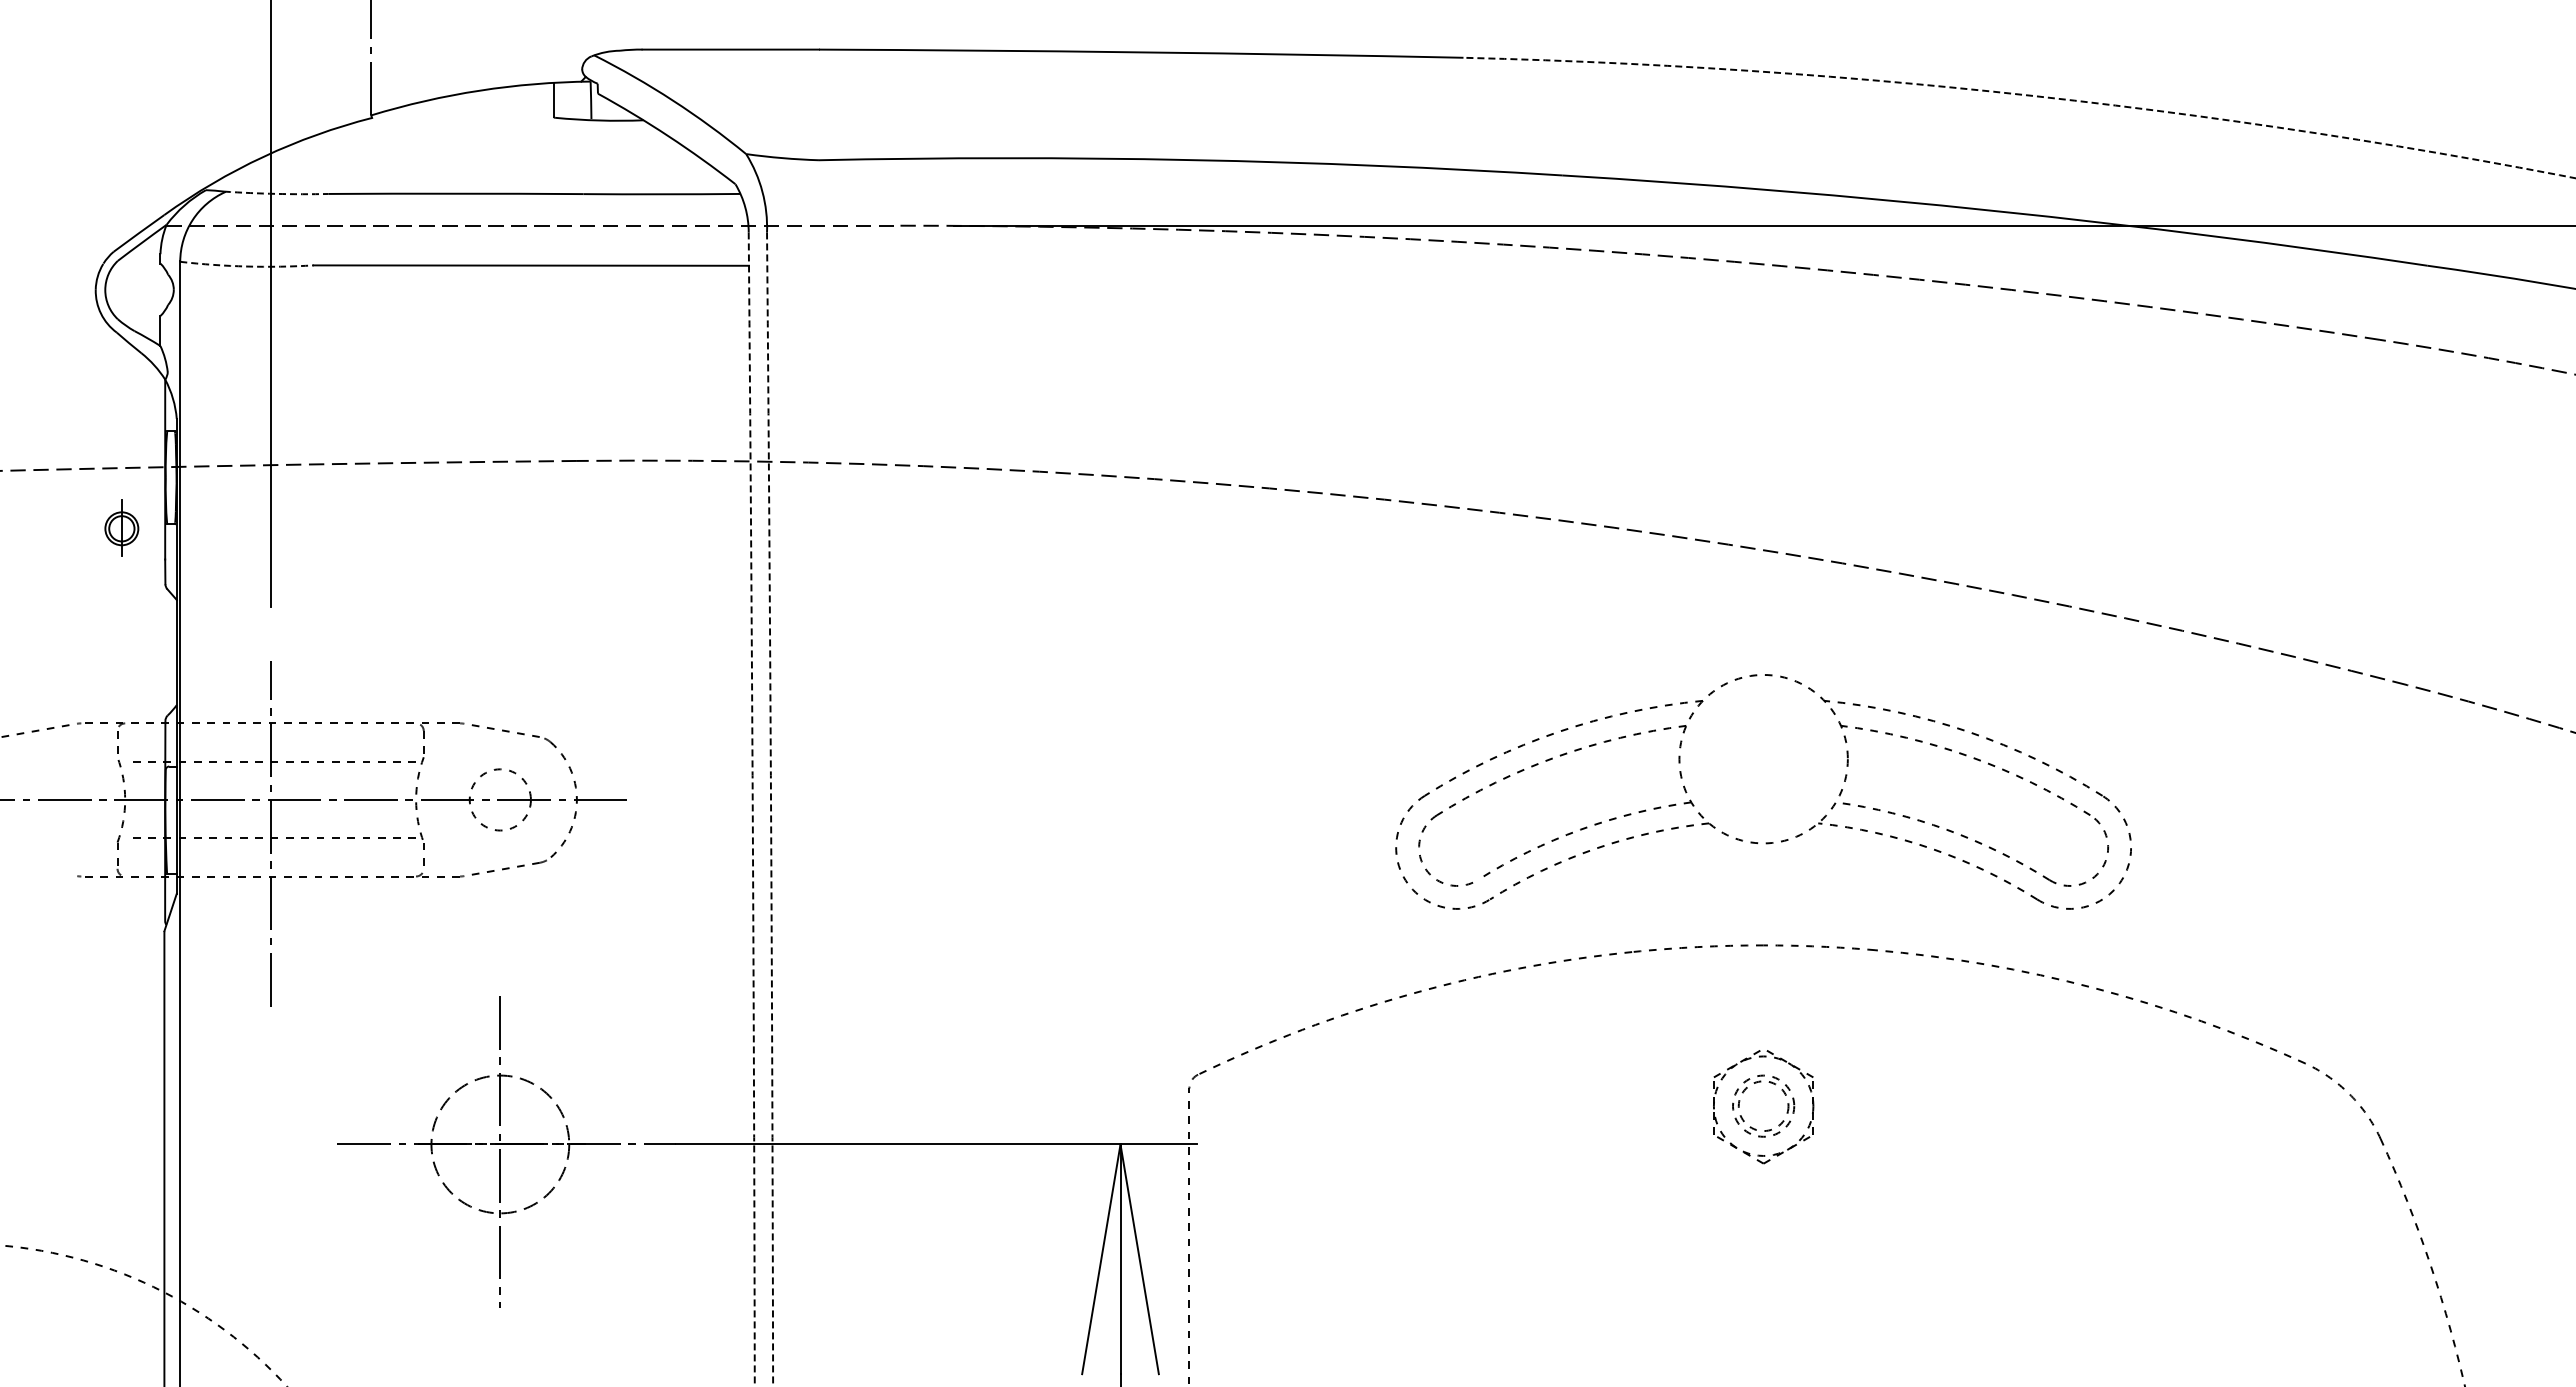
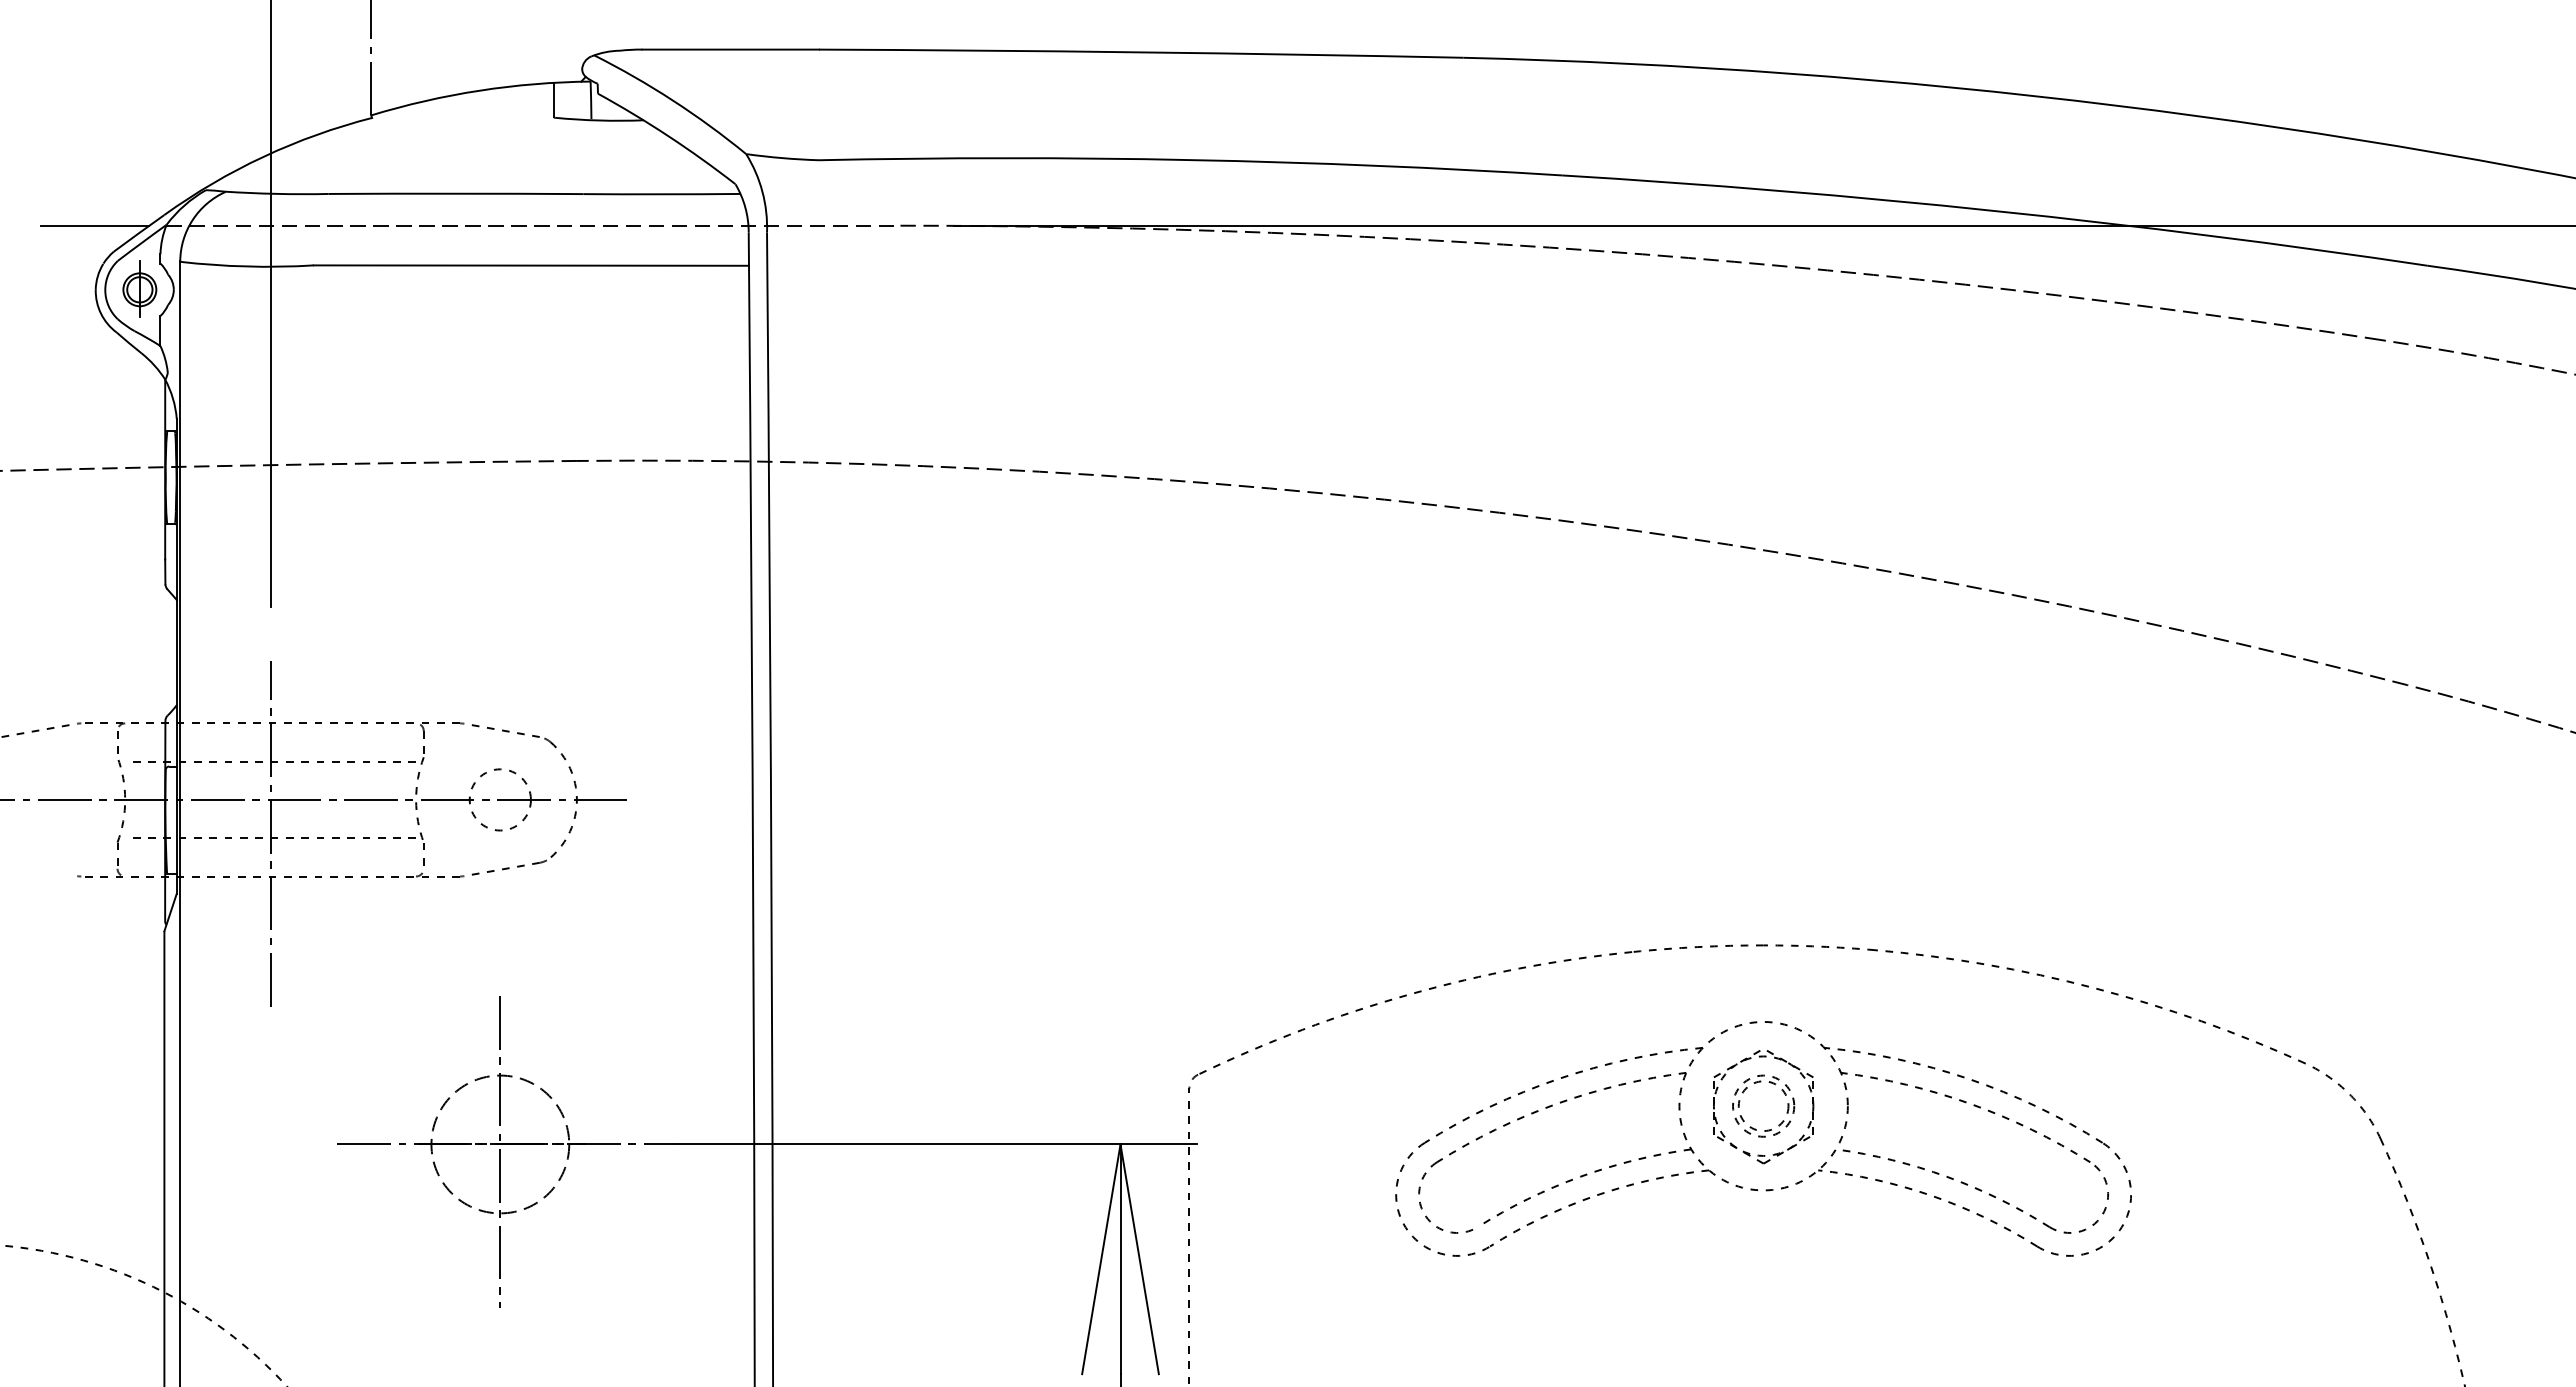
arc at (2022, 94): dashed -> solid
arc at (276, 193): dashed -> solid
line at (95, 225): none -> present
arc at (246, 266): dashed -> solid
part at (121, 527) position: (121, 527) -> (139, 288)
arc at (752, 809): dashed -> solid
arc at (770, 809): dashed -> solid
part at (1753, 841) position: (1753, 841) -> (1753, 1188)
